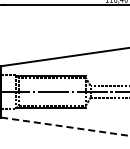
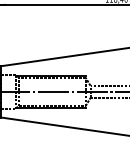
line at (65, 126): dashed -> solid
